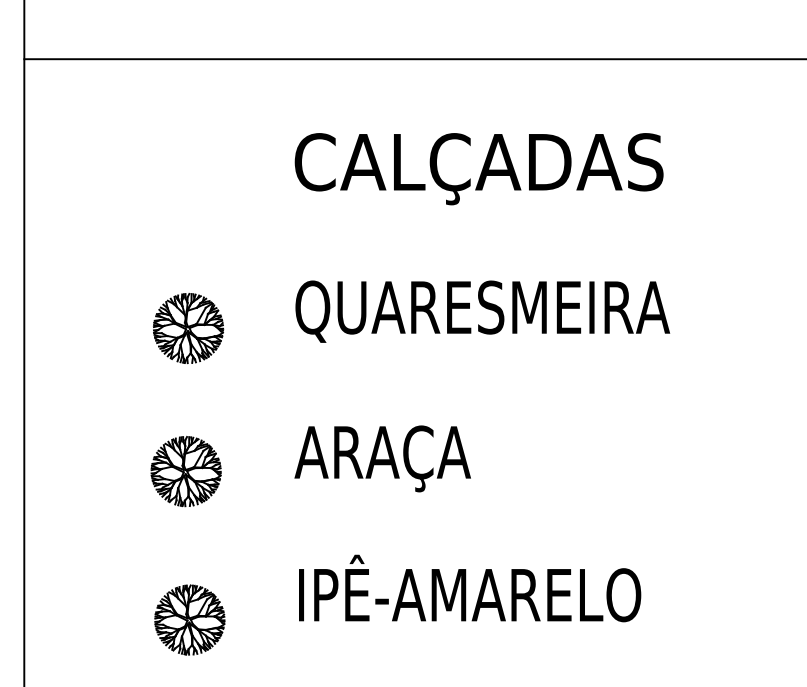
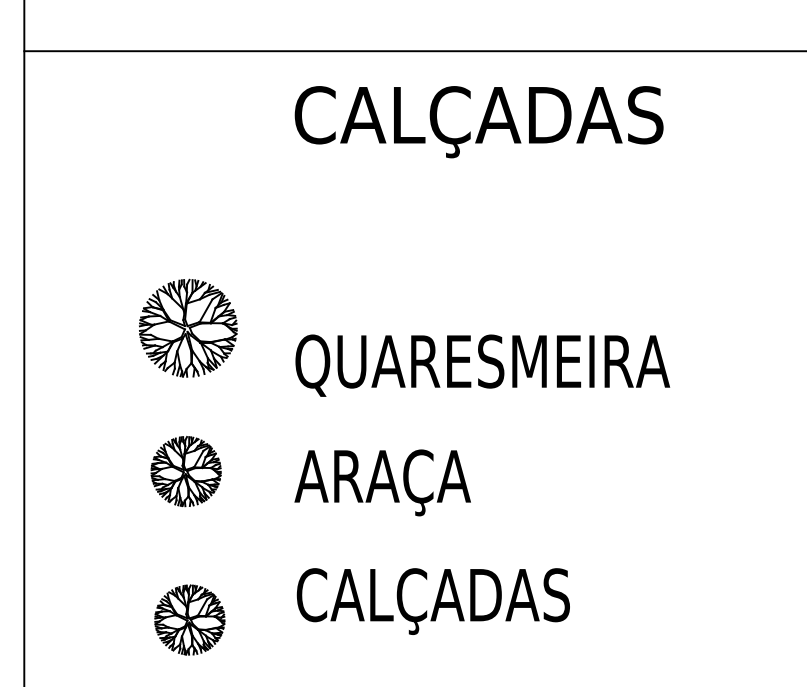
line at (413, 59) position: (413, 59) -> (413, 51)
text at (478, 169) position: (478, 169) -> (478, 122)
text at (482, 311) position: (482, 311) -> (482, 365)
part at (188, 328) size: 72x72 px -> 99x100 px
text at (382, 458) position: (382, 458) -> (382, 482)
text at (468, 594): IPÊ-AMARELO -> CALÇADAS
